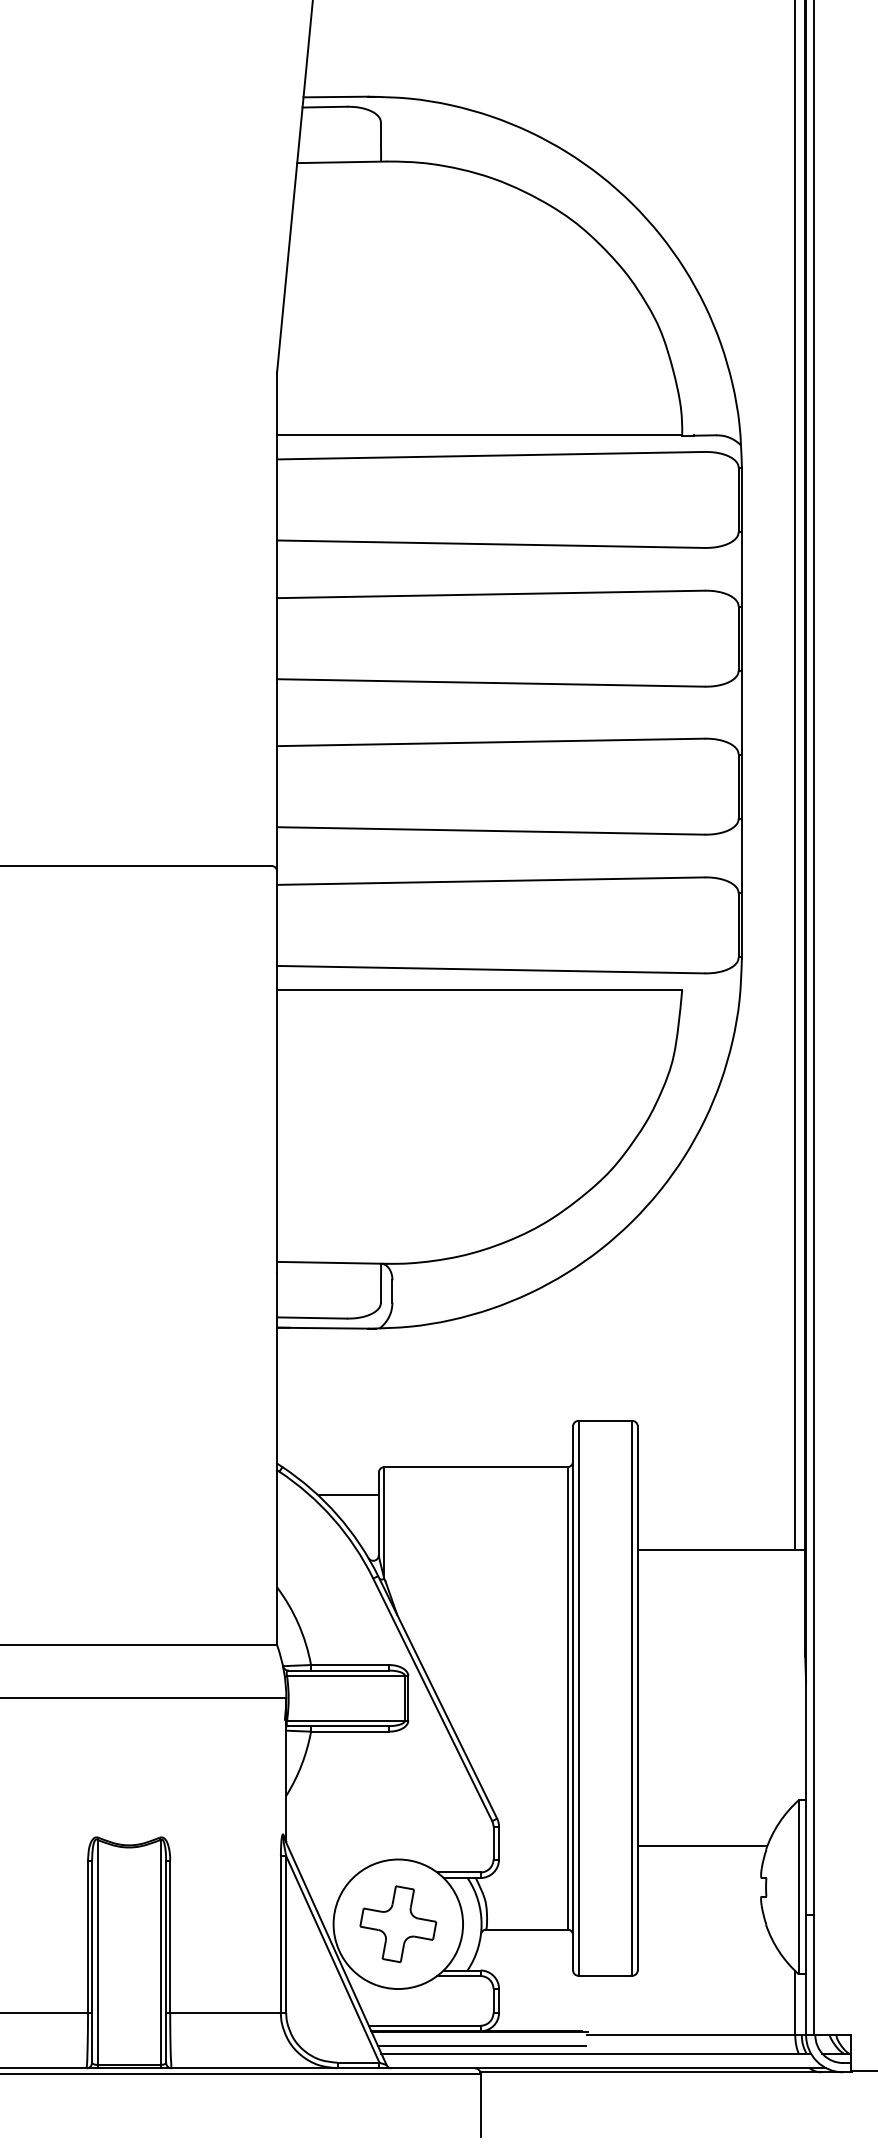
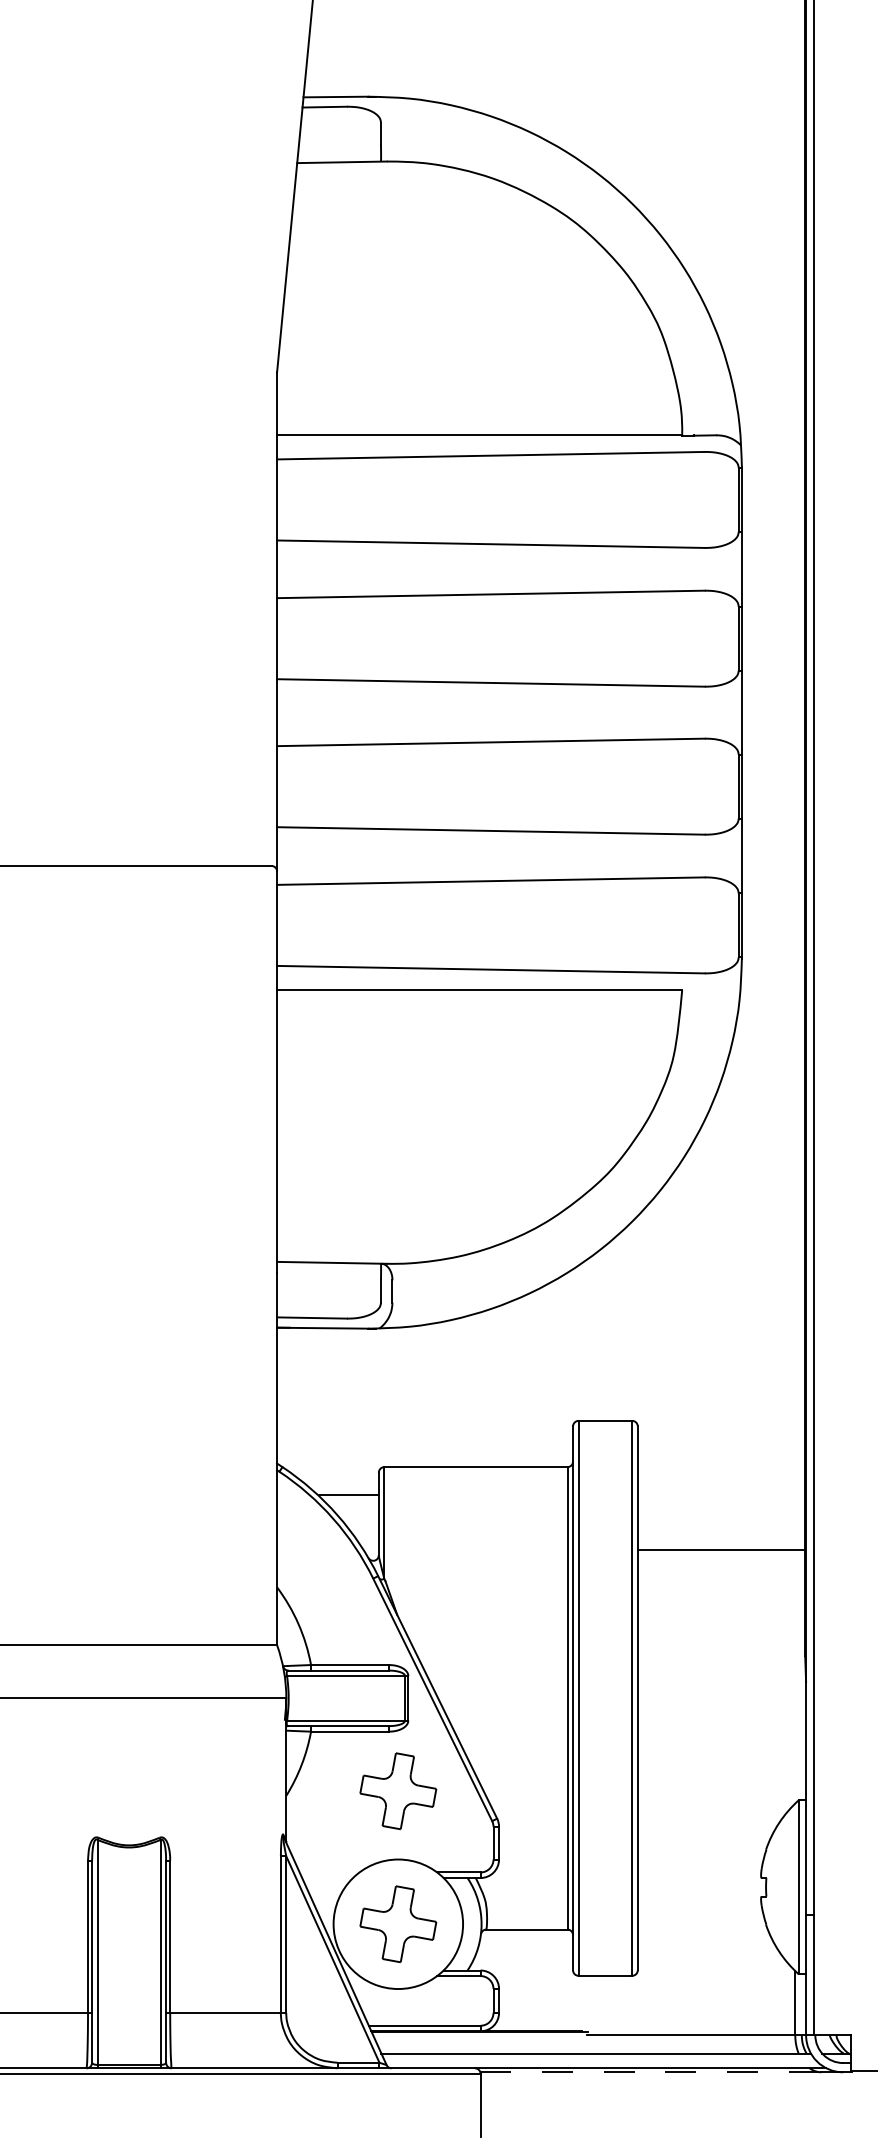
line at (795, 776): present -> none
part at (398, 1791): none -> present
line at (702, 1846): present -> none
line at (481, 2046): present -> none
line at (650, 2072): solid -> dashed
